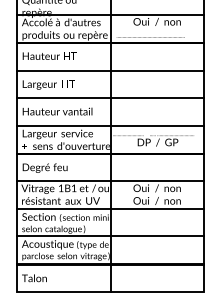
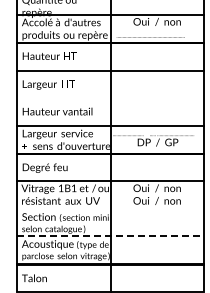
line at (110, 98): present -> none
line at (110, 209): present -> none
line at (110, 236): solid -> dashed
